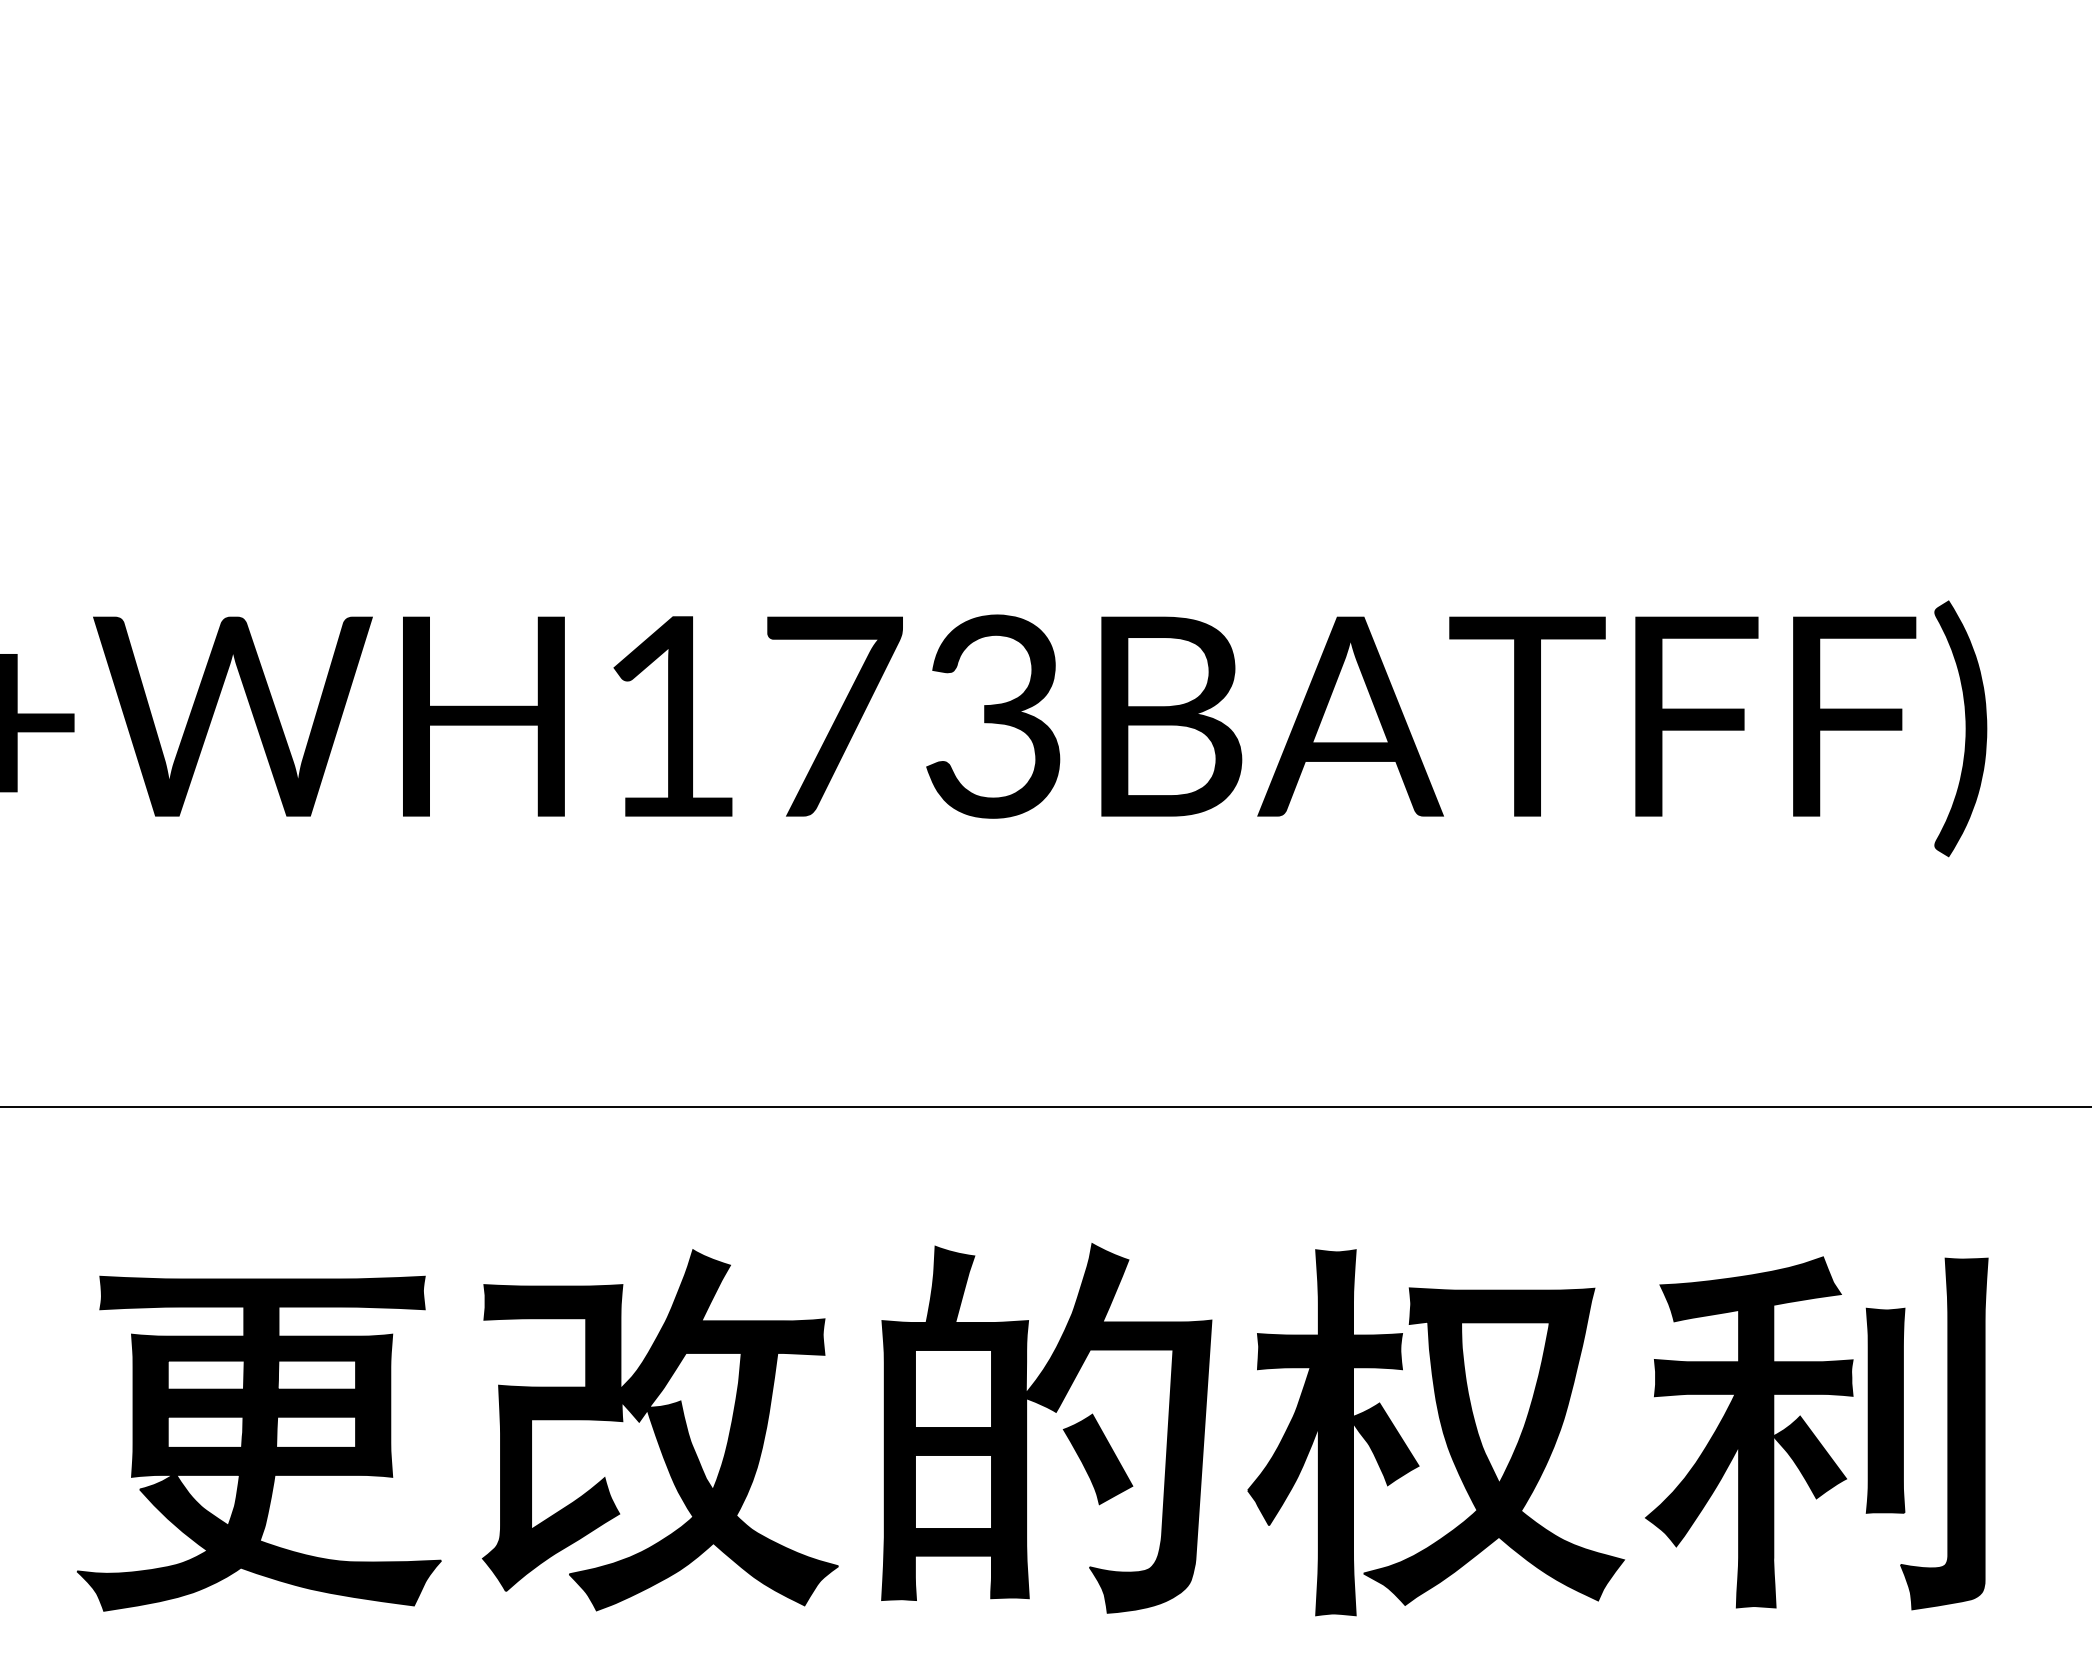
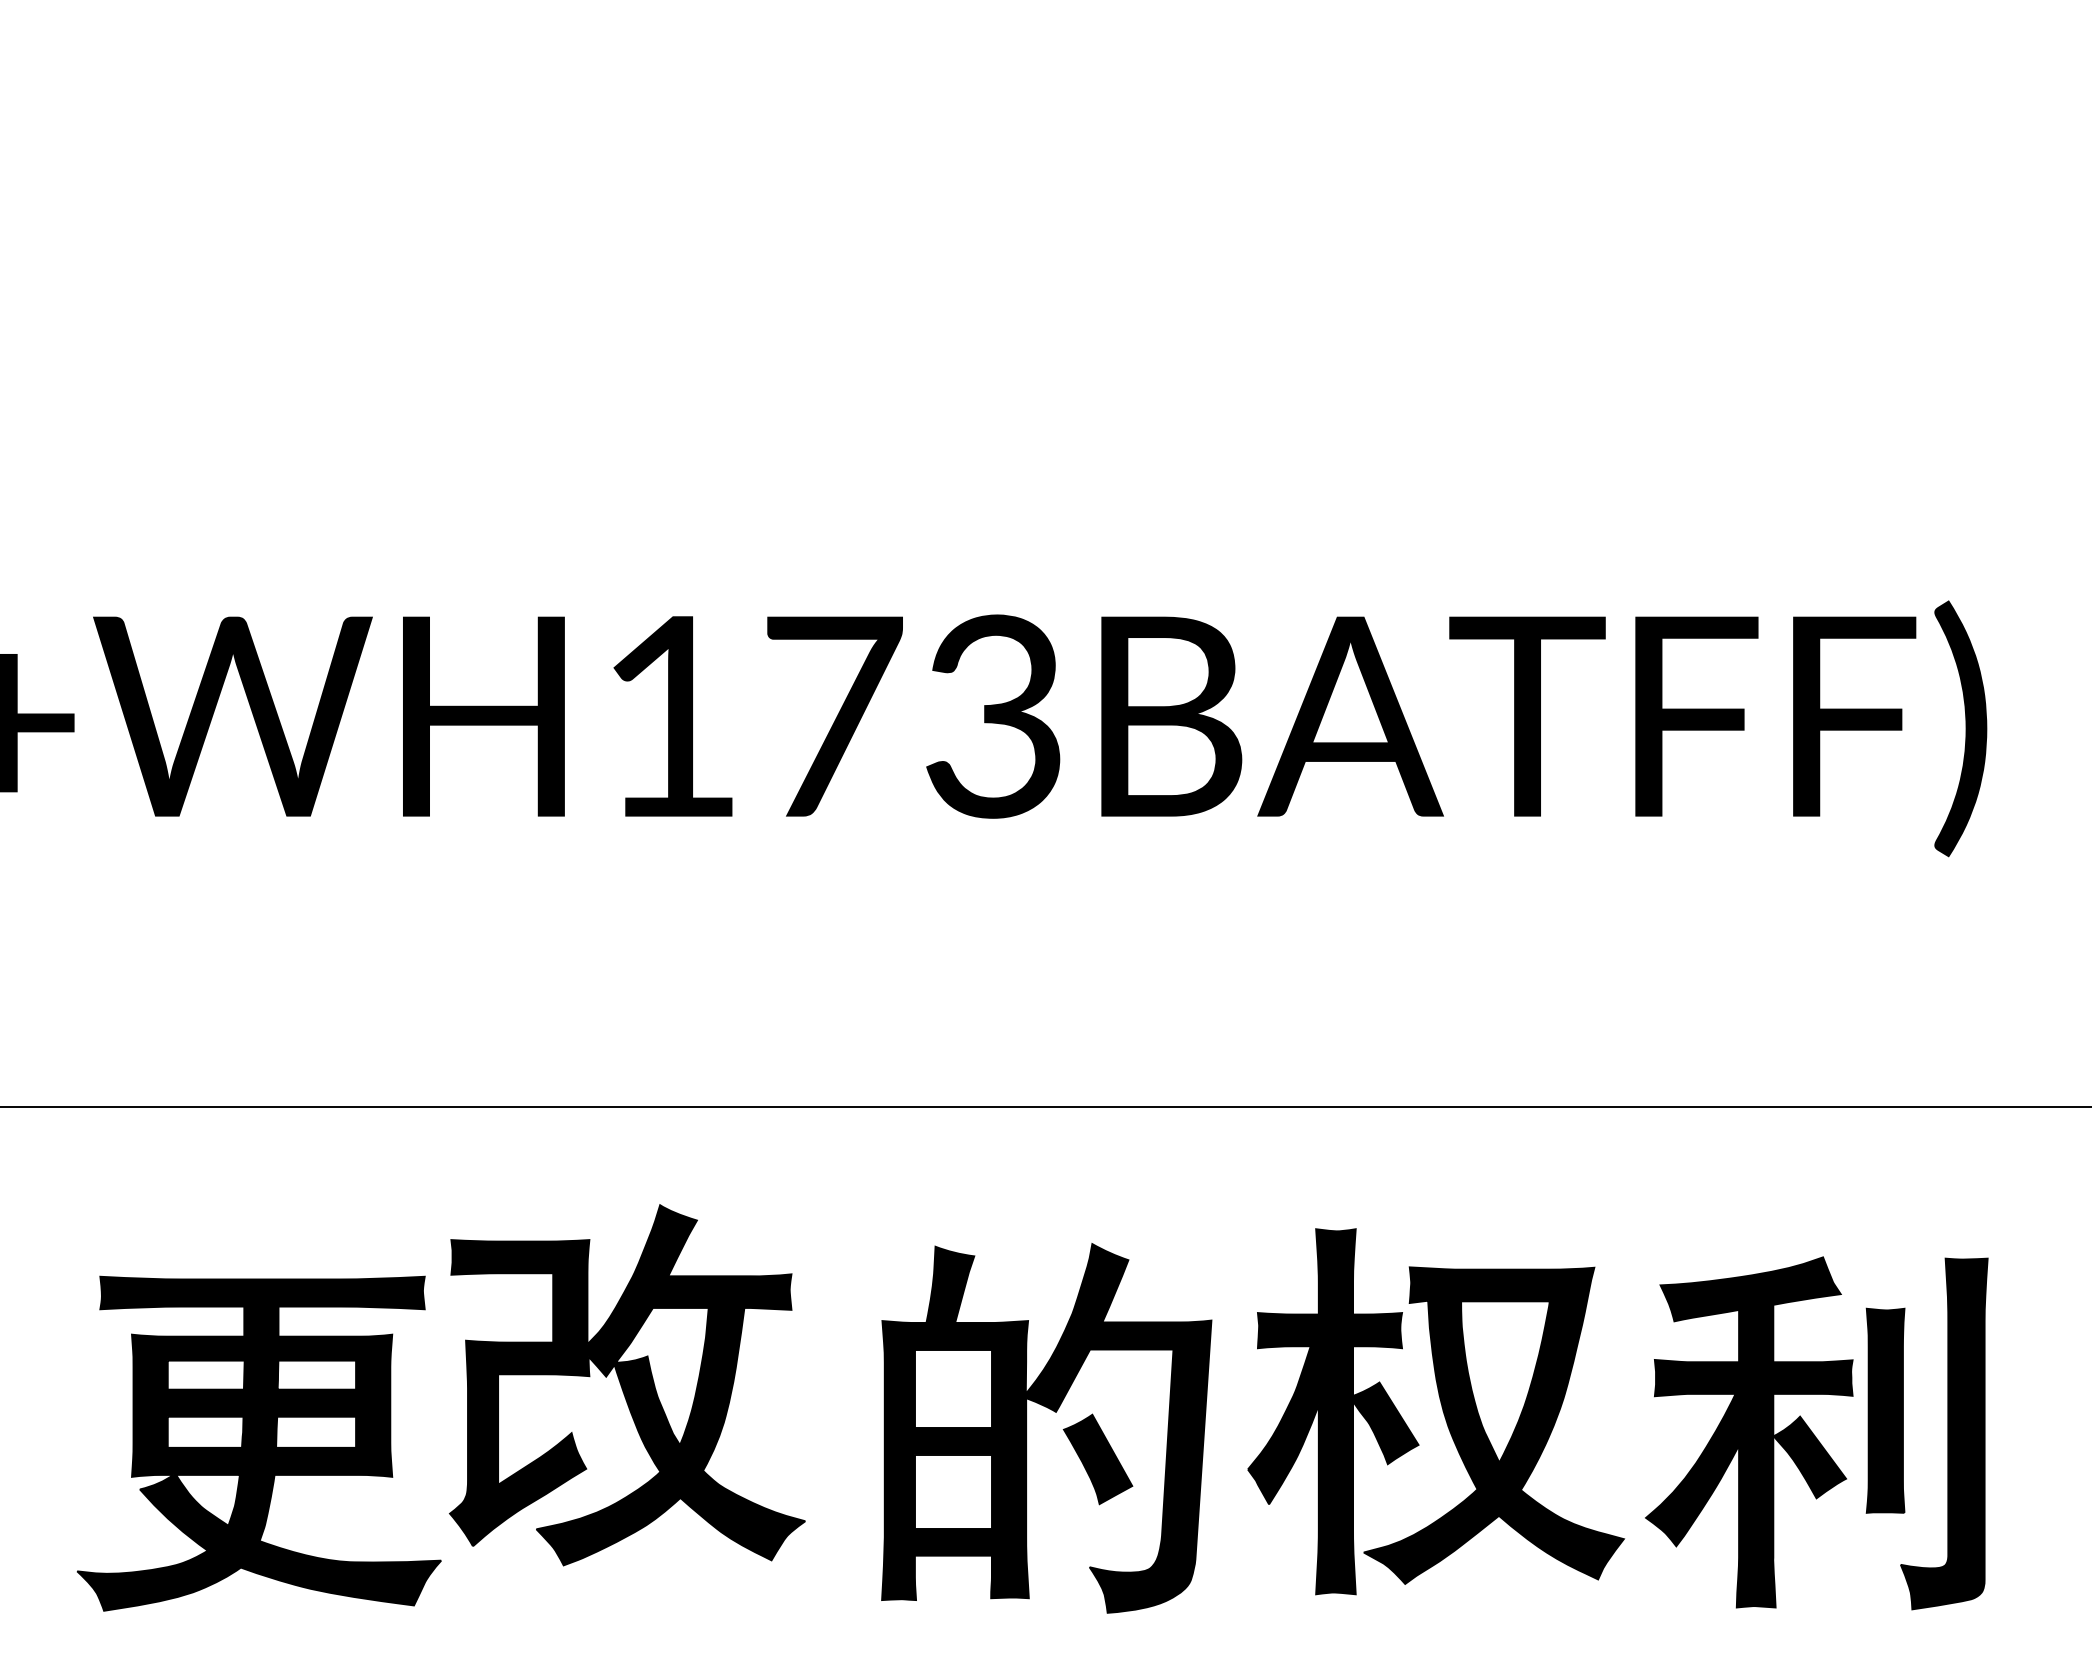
part at (660, 1430) position: (660, 1430) -> (627, 1385)
part at (1436, 1432) position: (1436, 1432) -> (1436, 1411)
